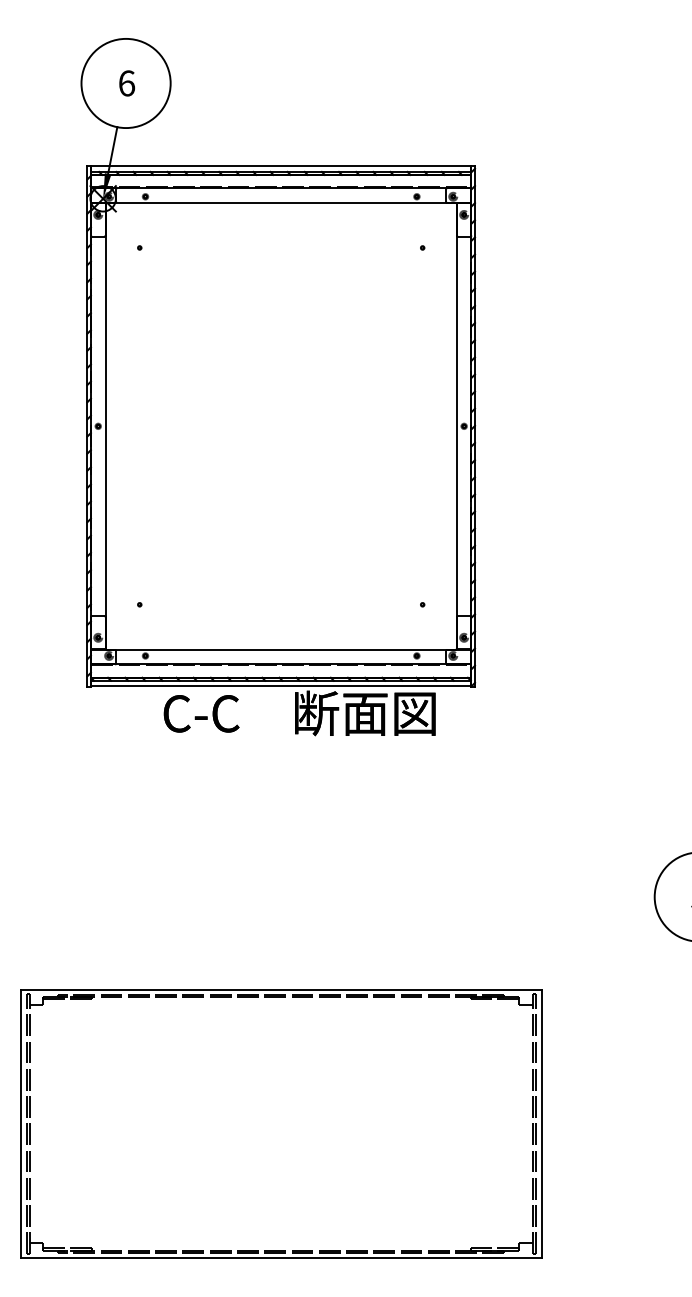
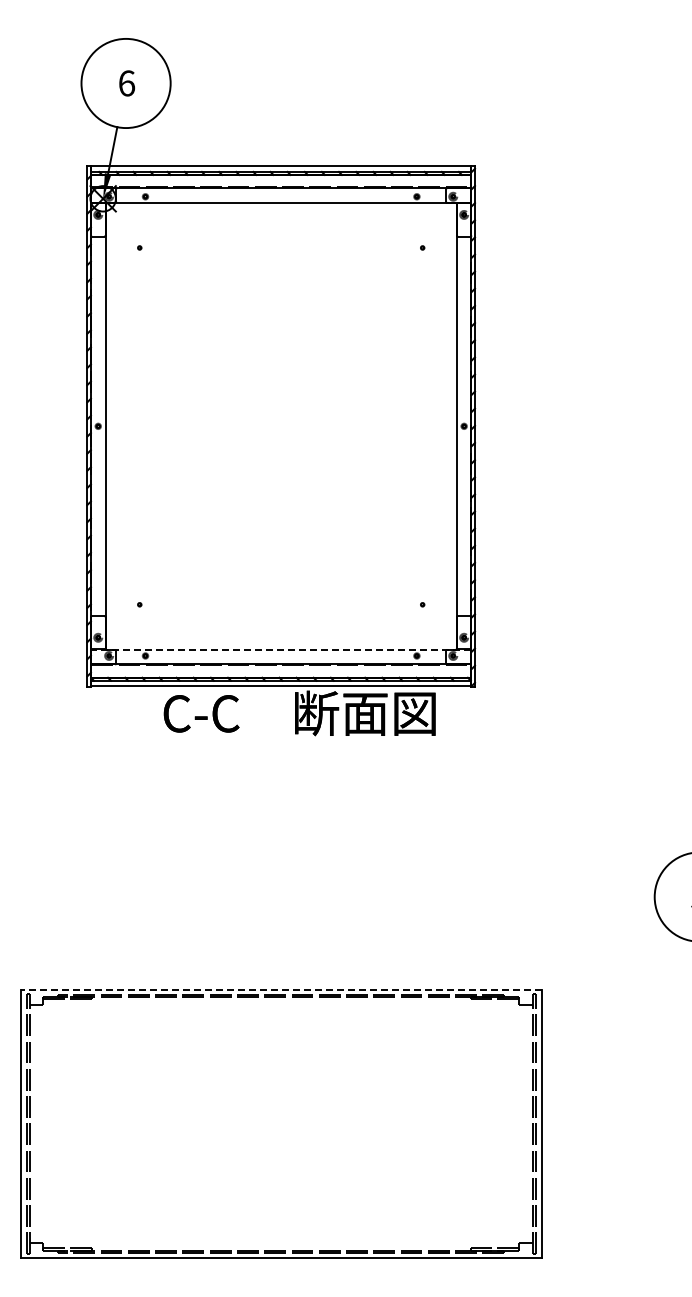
line at (280, 649): solid -> dashed
line at (280, 989): solid -> dashed
